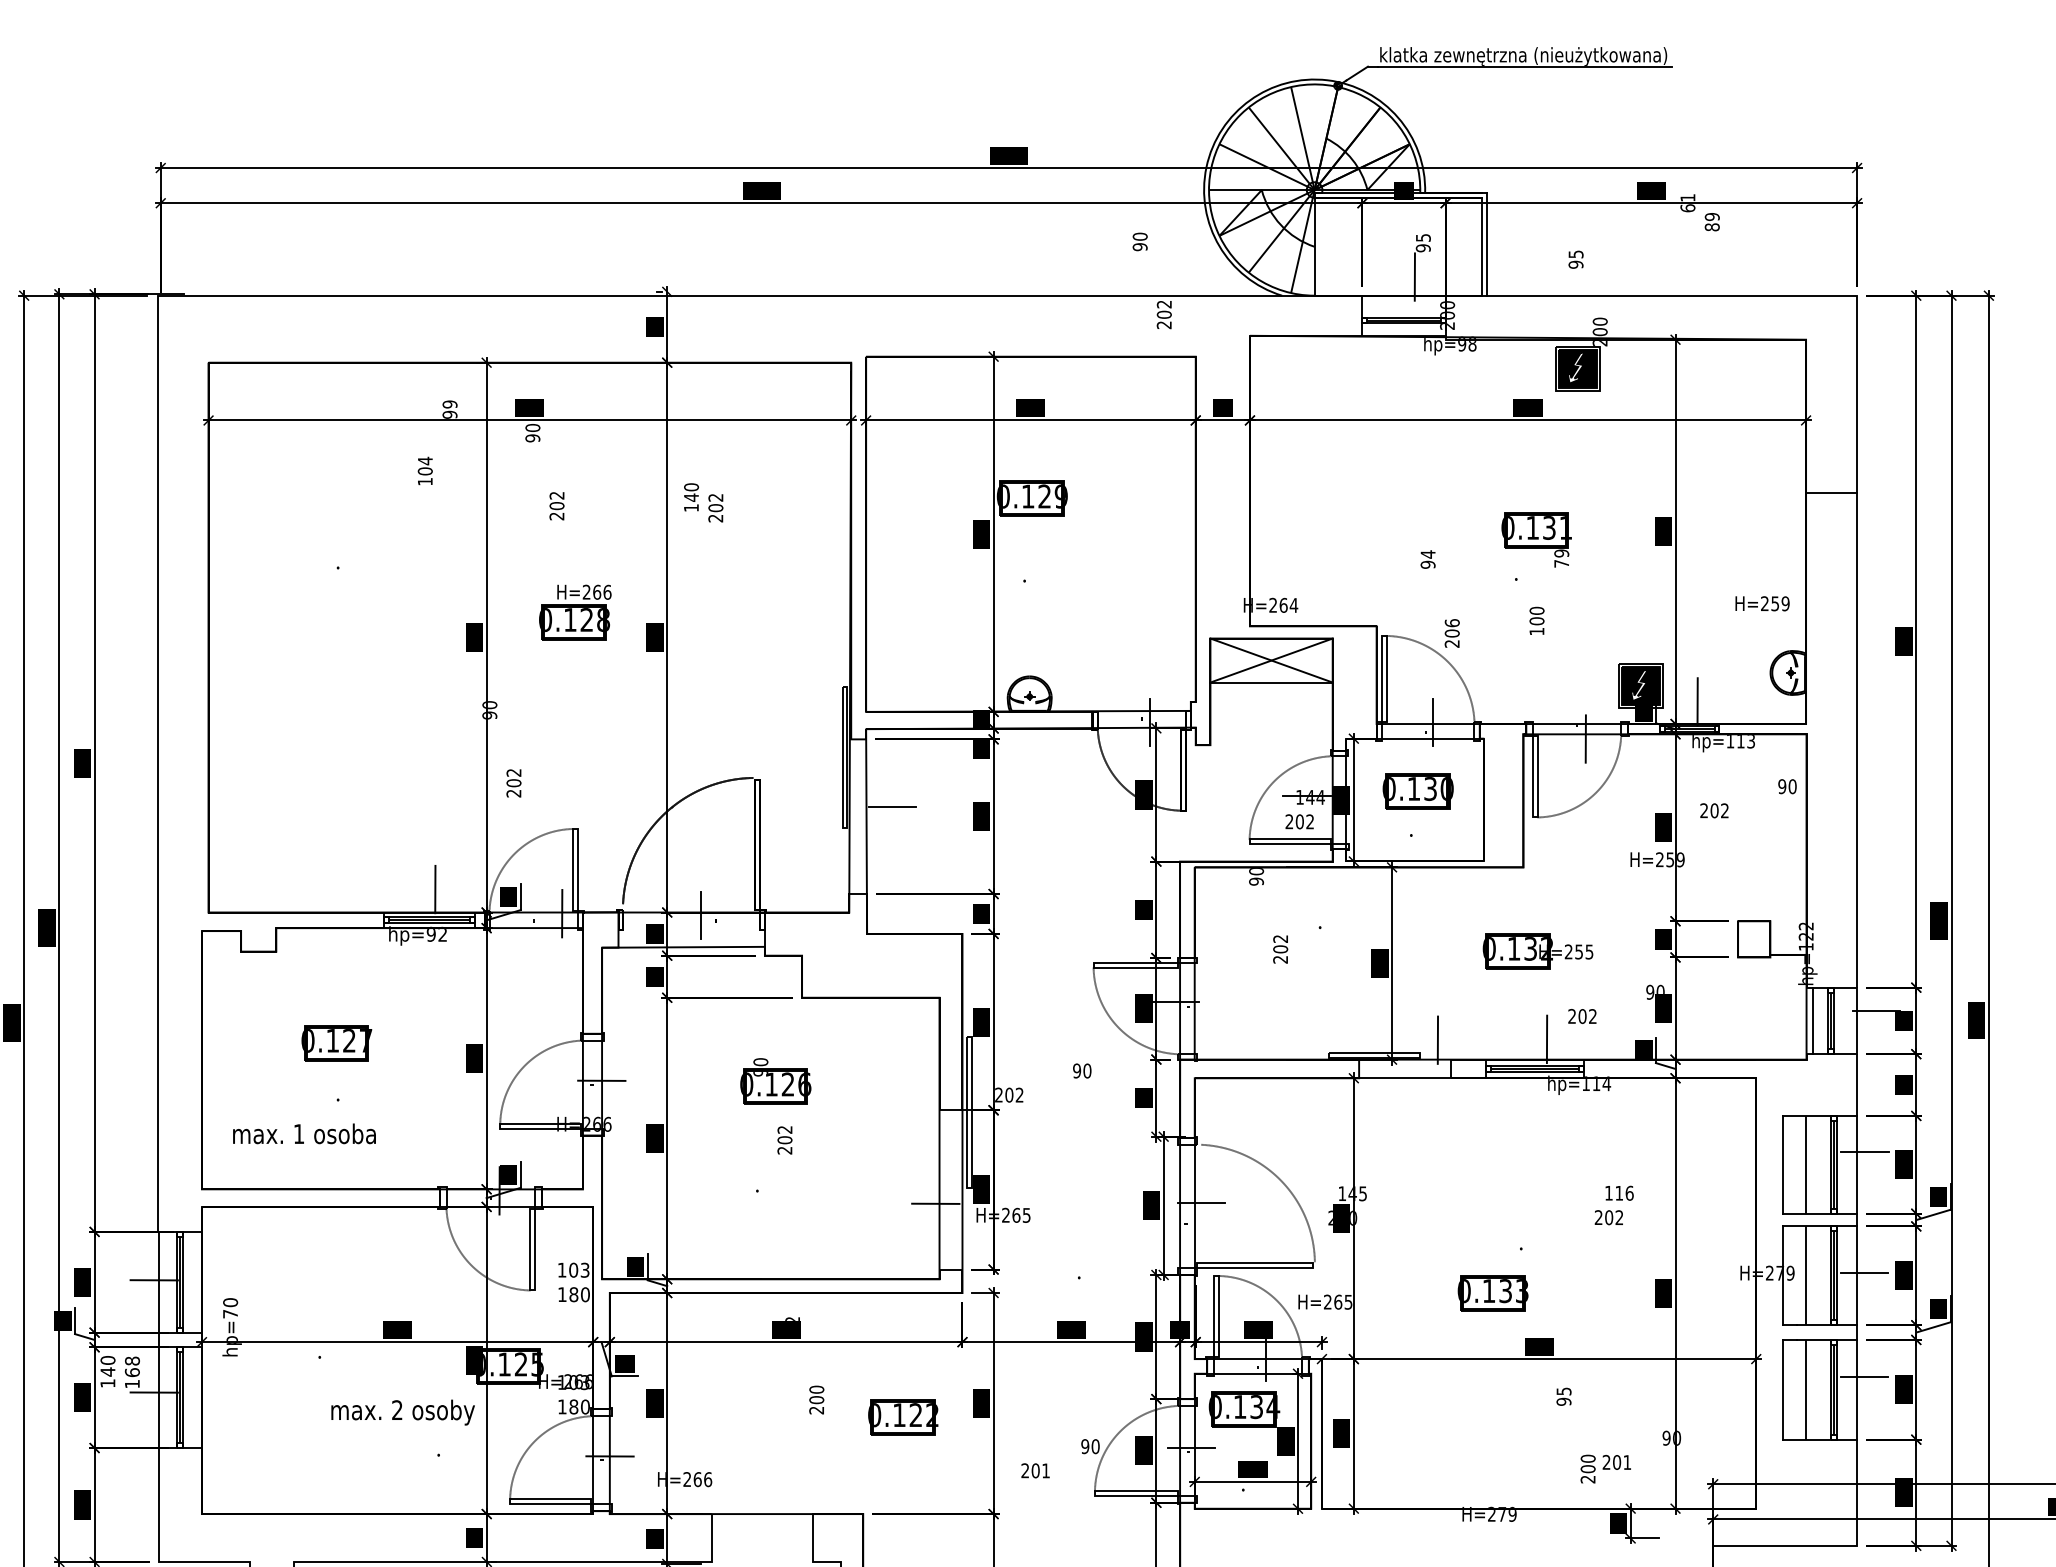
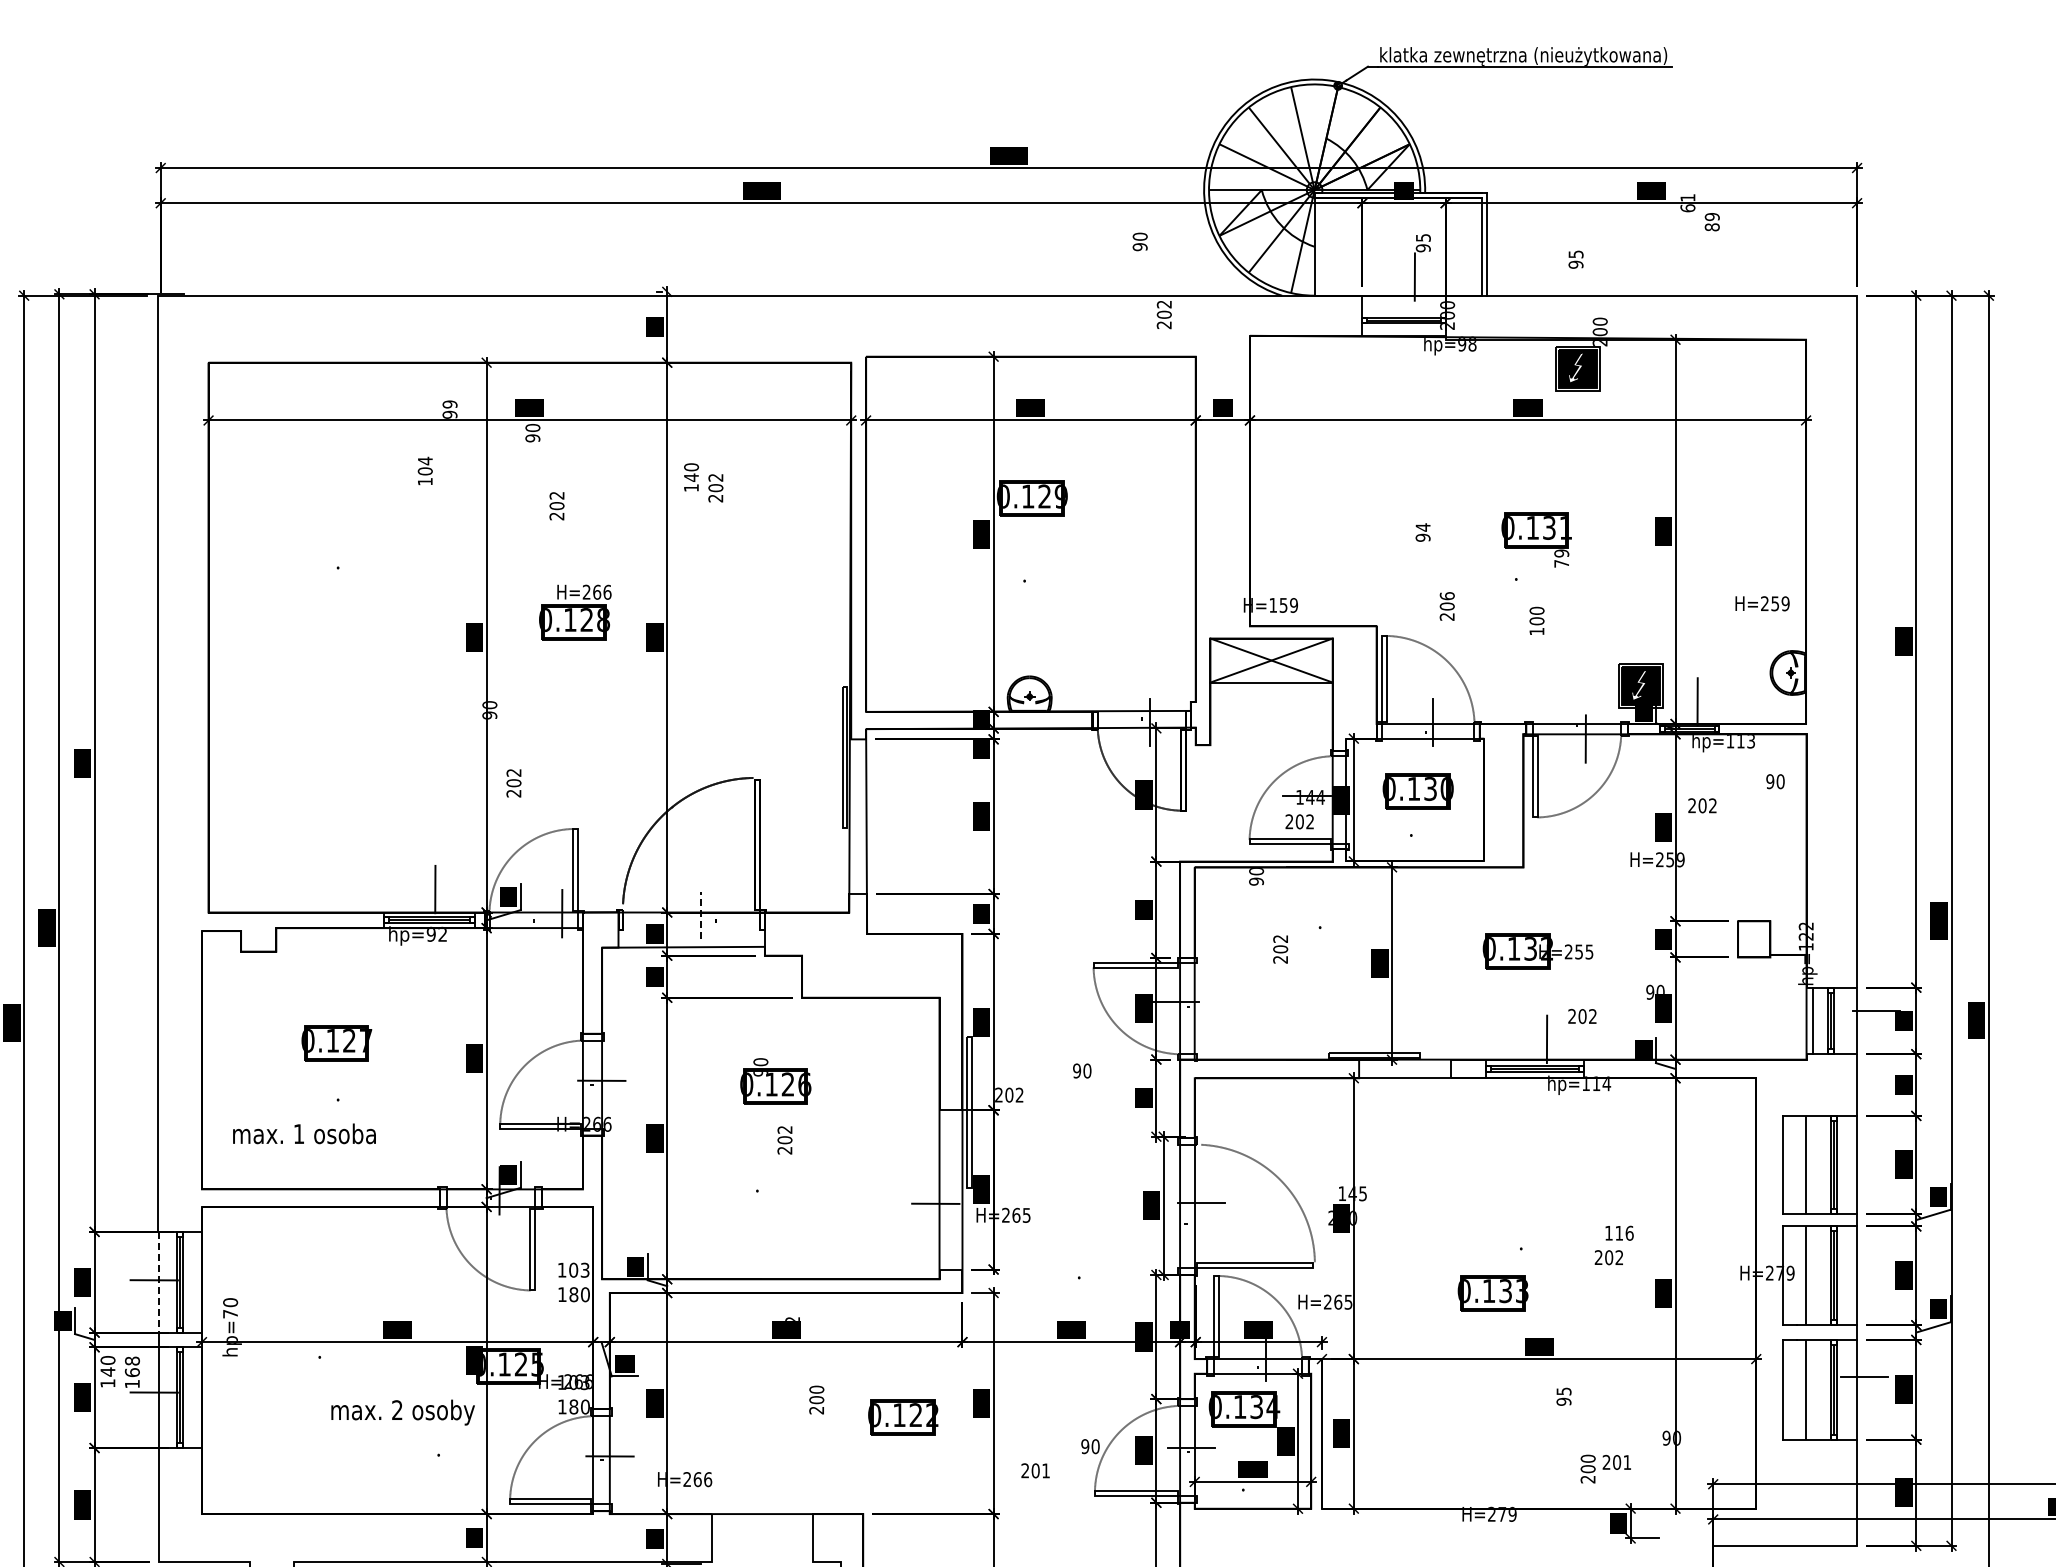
line at (1831, 492): present -> none
text at (703, 502) position: (703, 502) -> (703, 482)
text at (1439, 598) position: (1439, 598) -> (1434, 571)
text at (1283, 604): H=264 -> H=159
text at (1748, 798) position: (1748, 798) -> (1736, 793)
line at (891, 807): present -> none
line at (701, 915): solid -> dashed
line at (1437, 1039): present -> none
line at (1864, 1152): present -> none
text at (1613, 1205) position: (1613, 1205) -> (1613, 1245)
line at (1864, 1273): present -> none
line at (158, 1282): solid -> dashed
